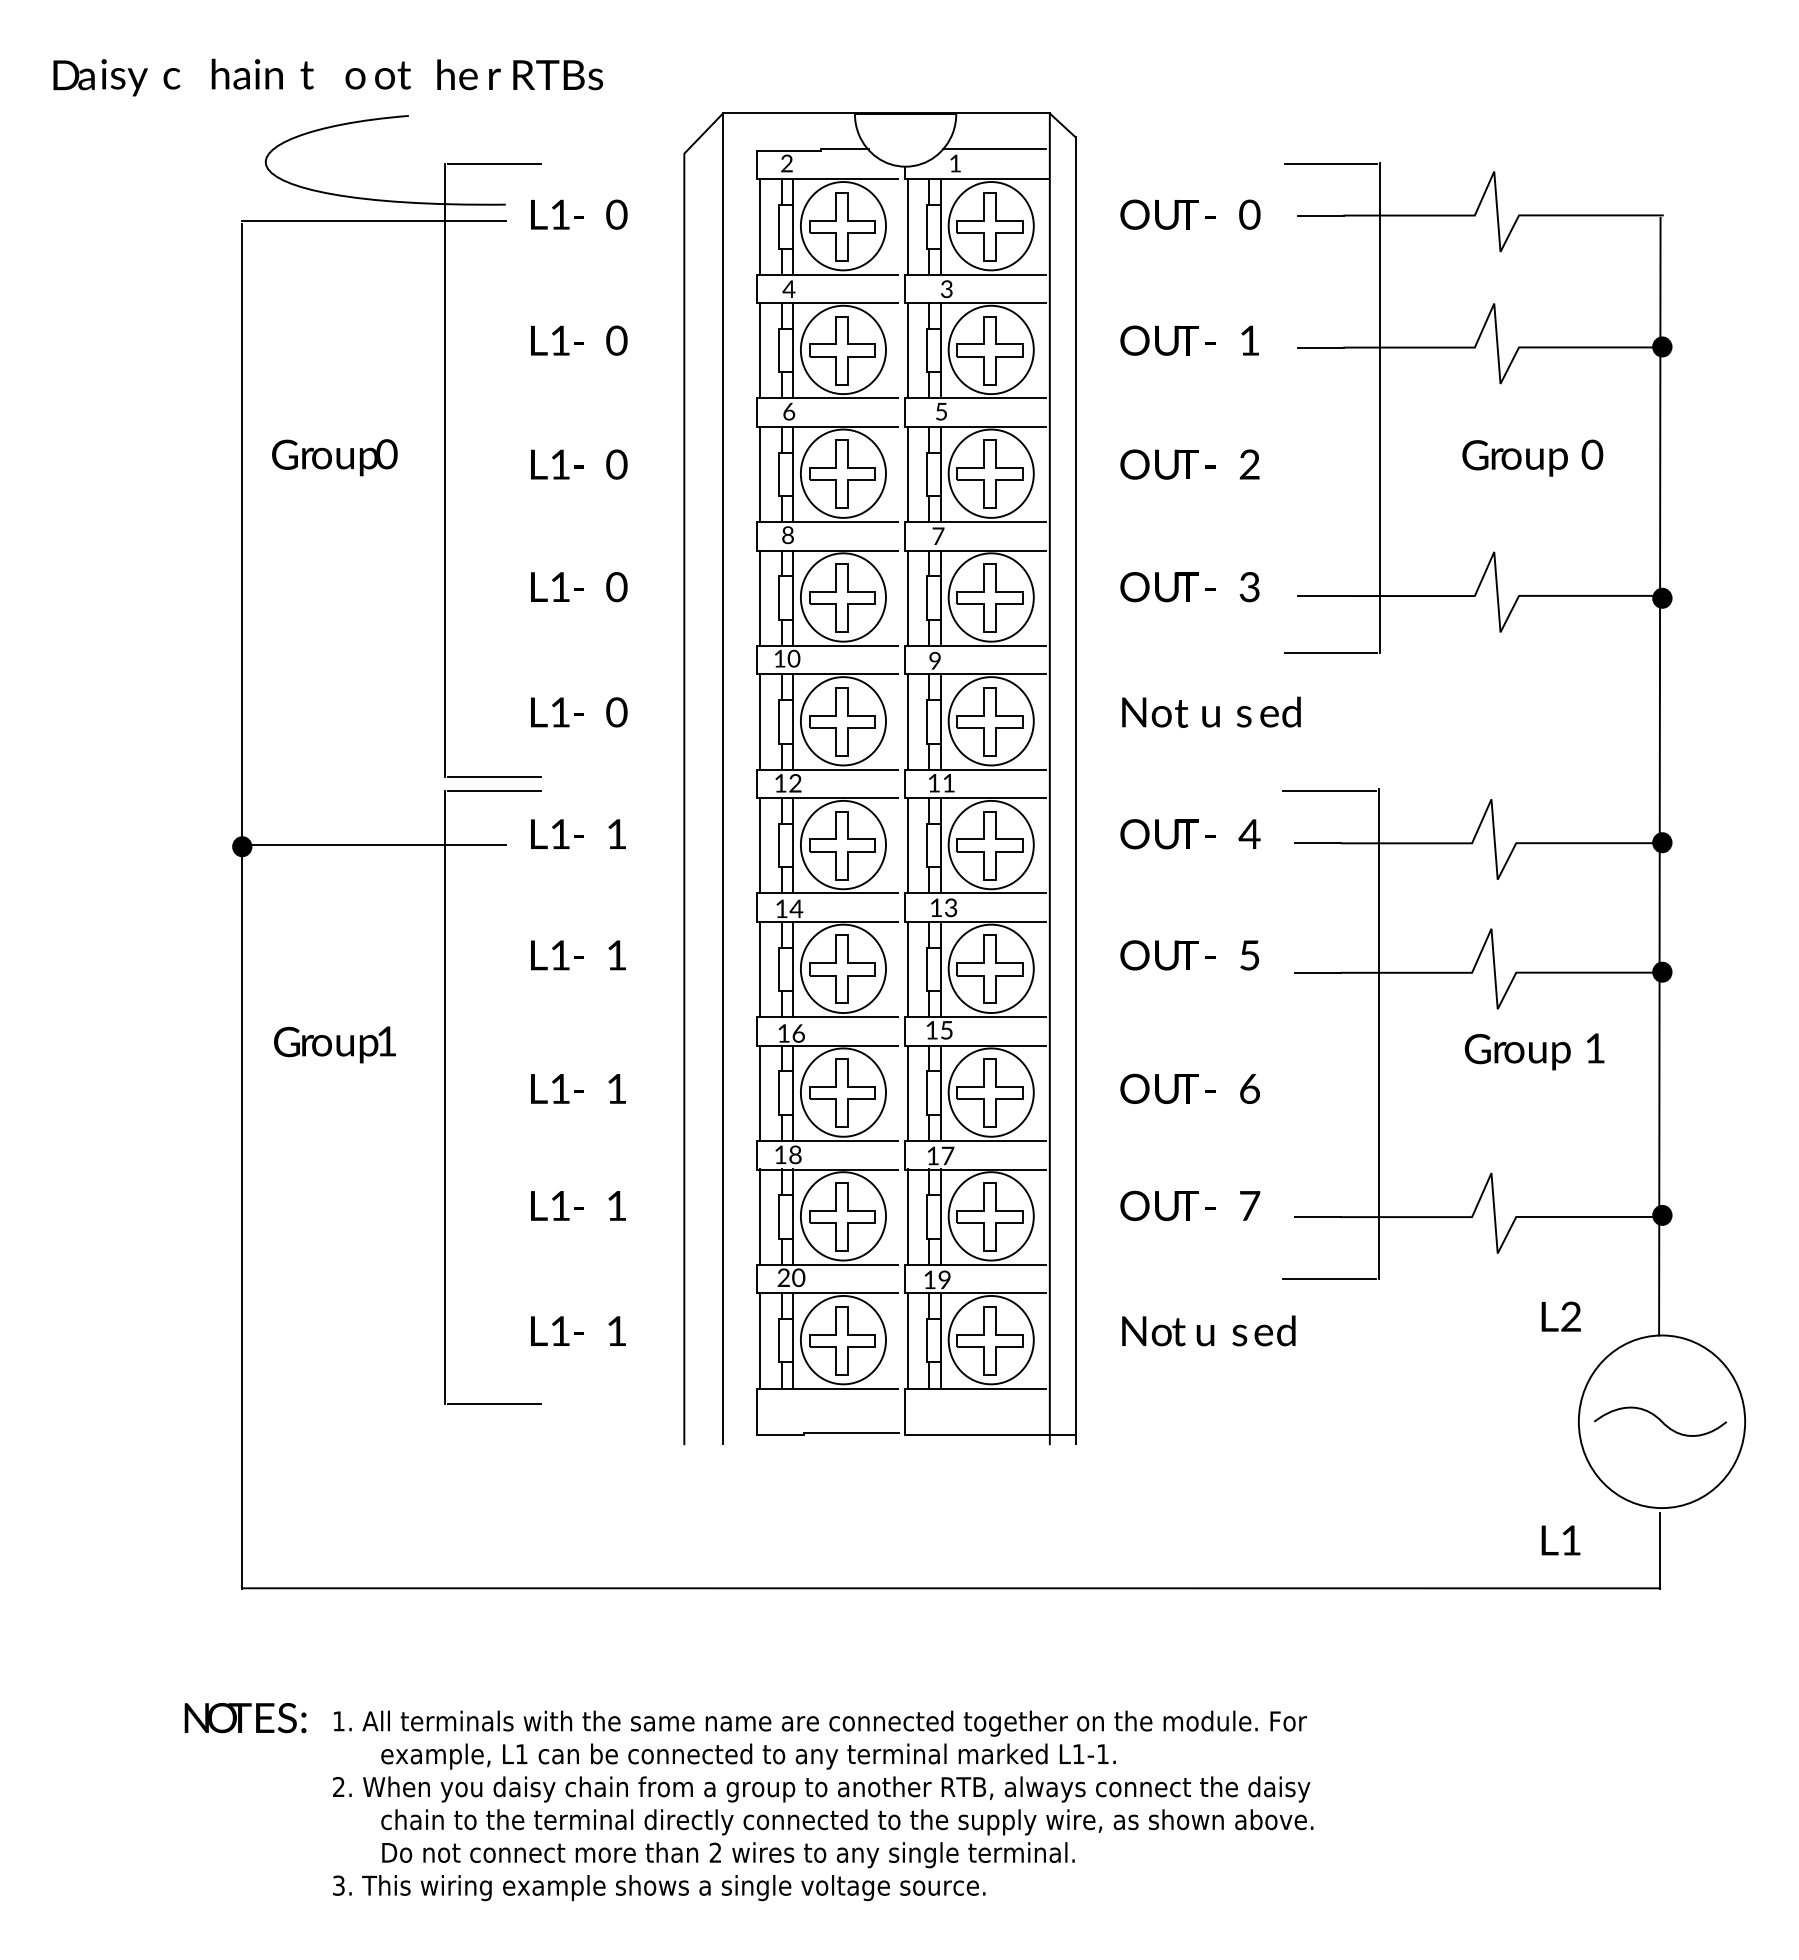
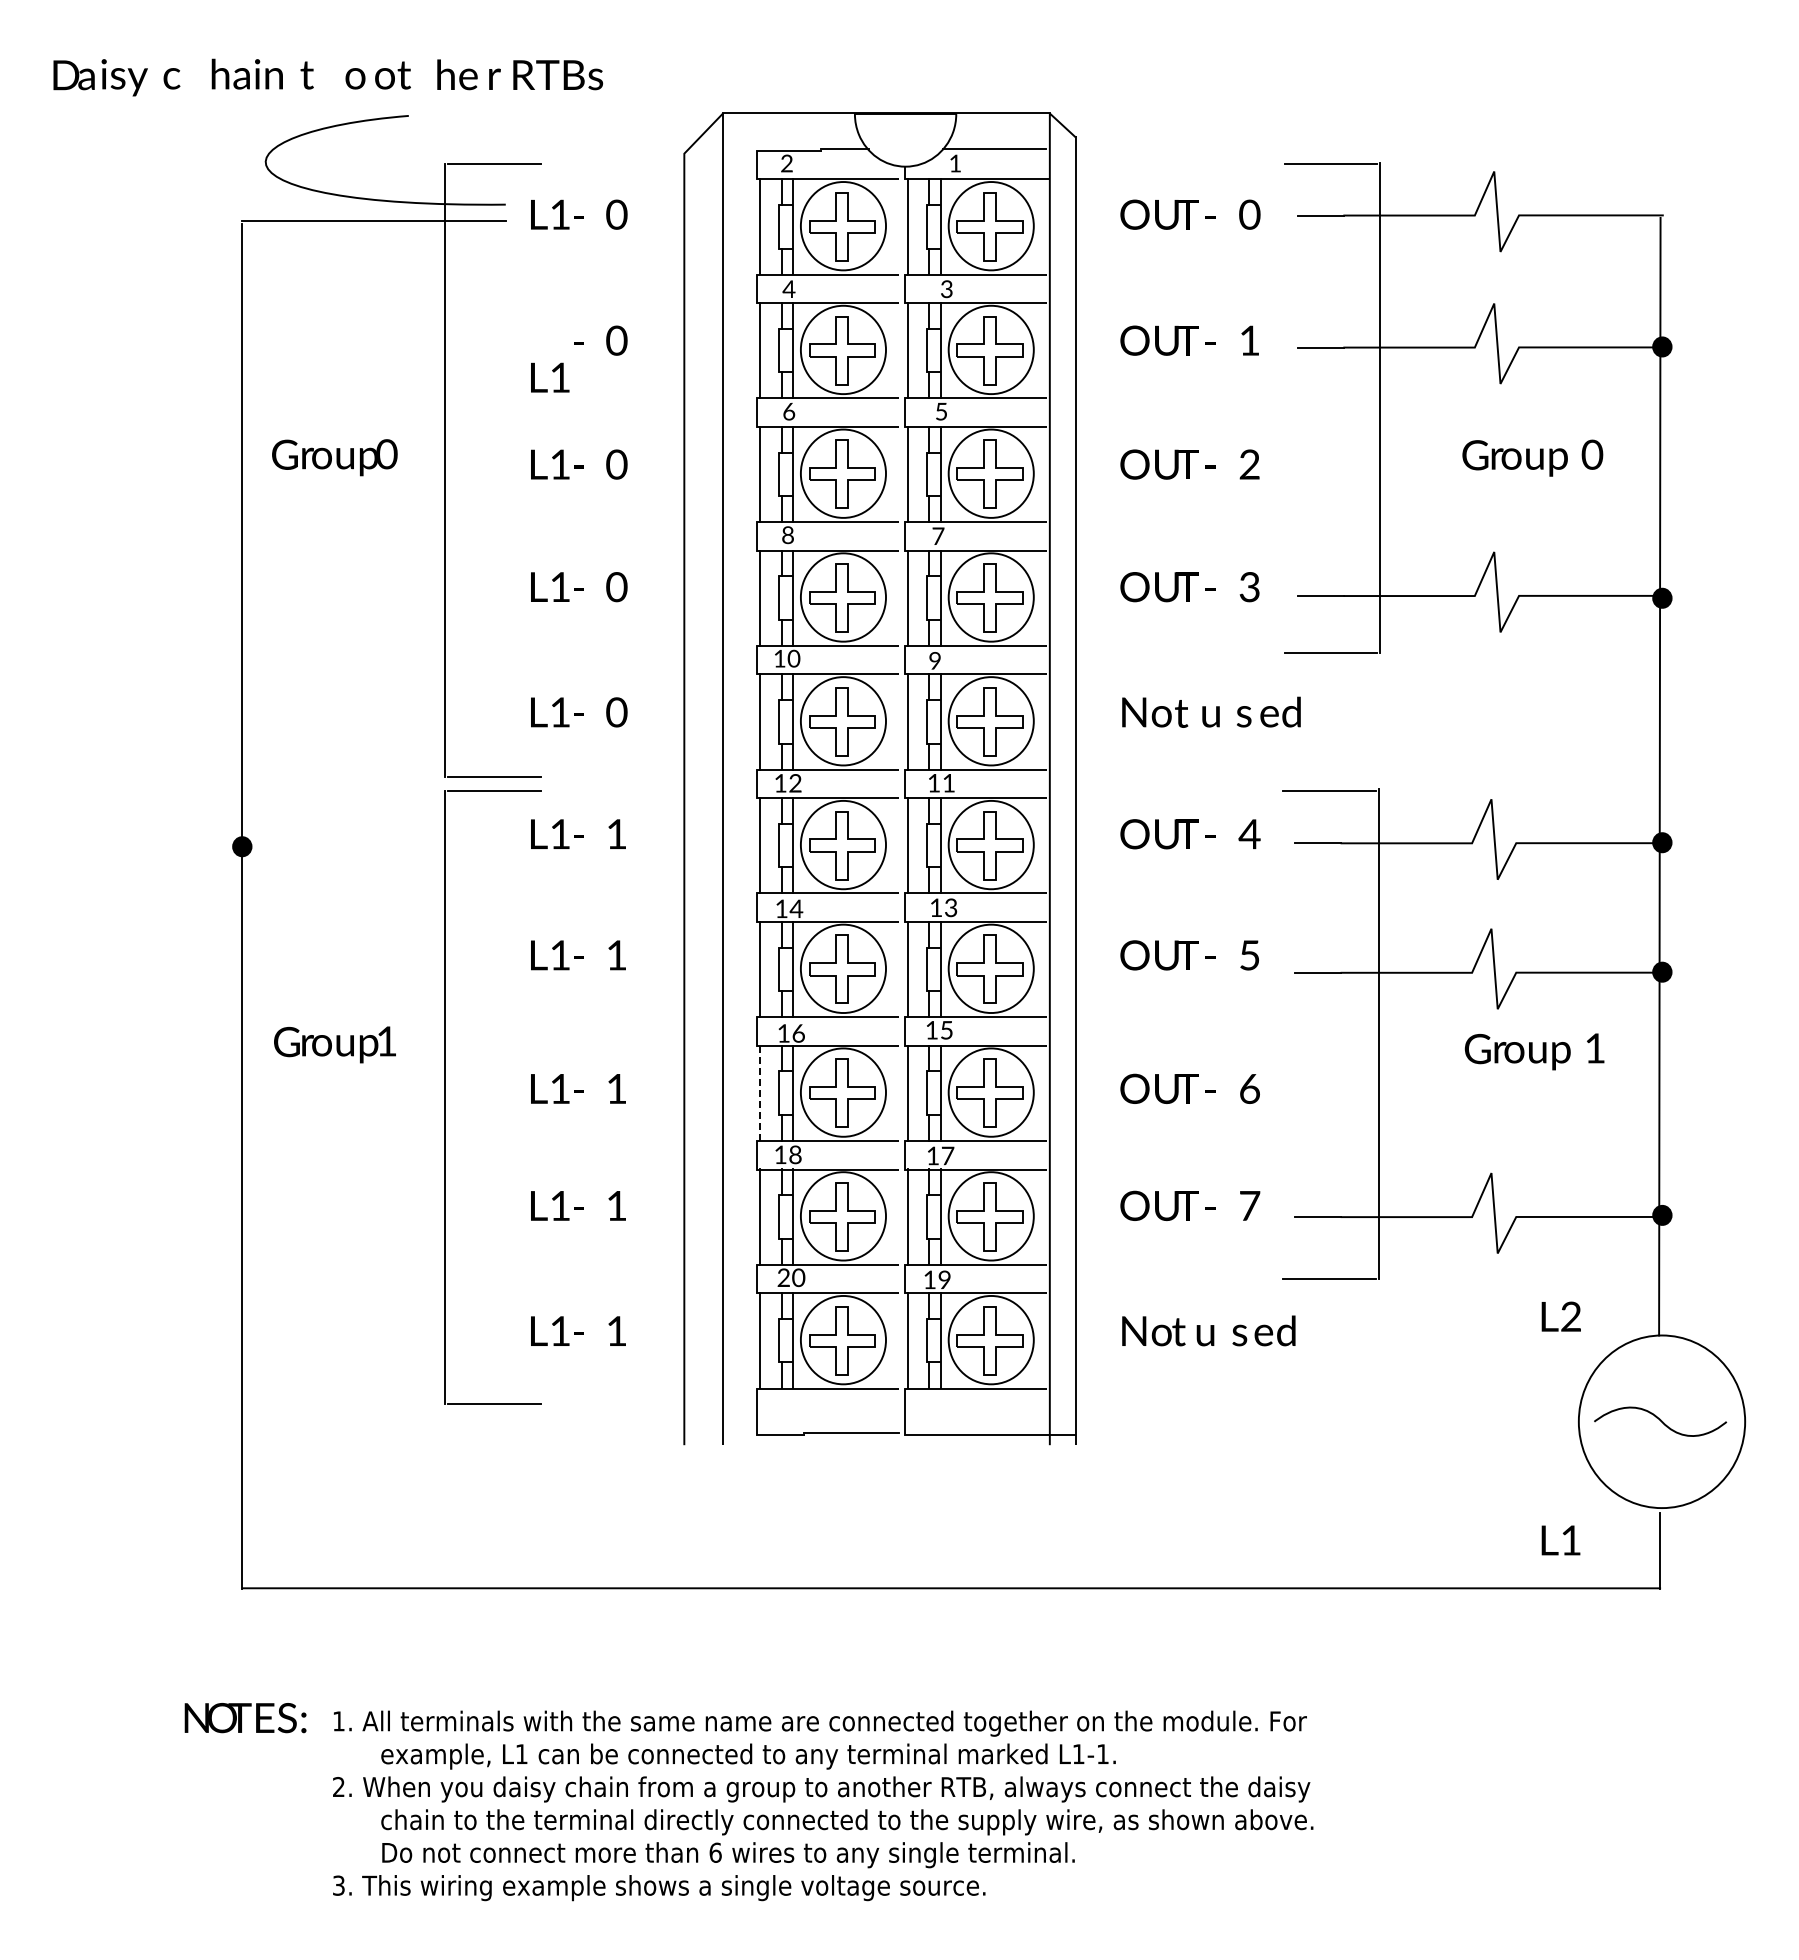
text at (550, 340) position: (550, 340) -> (550, 377)
line at (373, 844): present -> none
line at (760, 1093): solid -> dashed
text at (715, 1852): 2 -> 6
